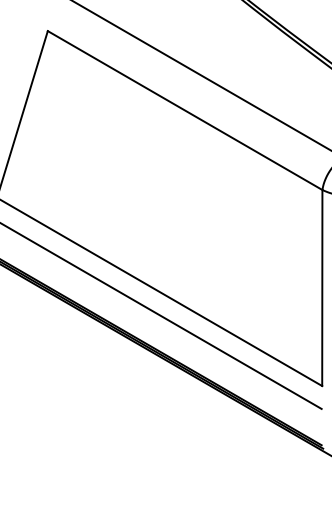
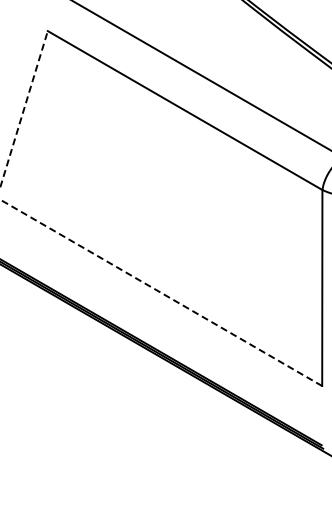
line at (24, 109): solid -> dashed
line at (161, 292): solid -> dashed
line at (161, 316): present -> none
